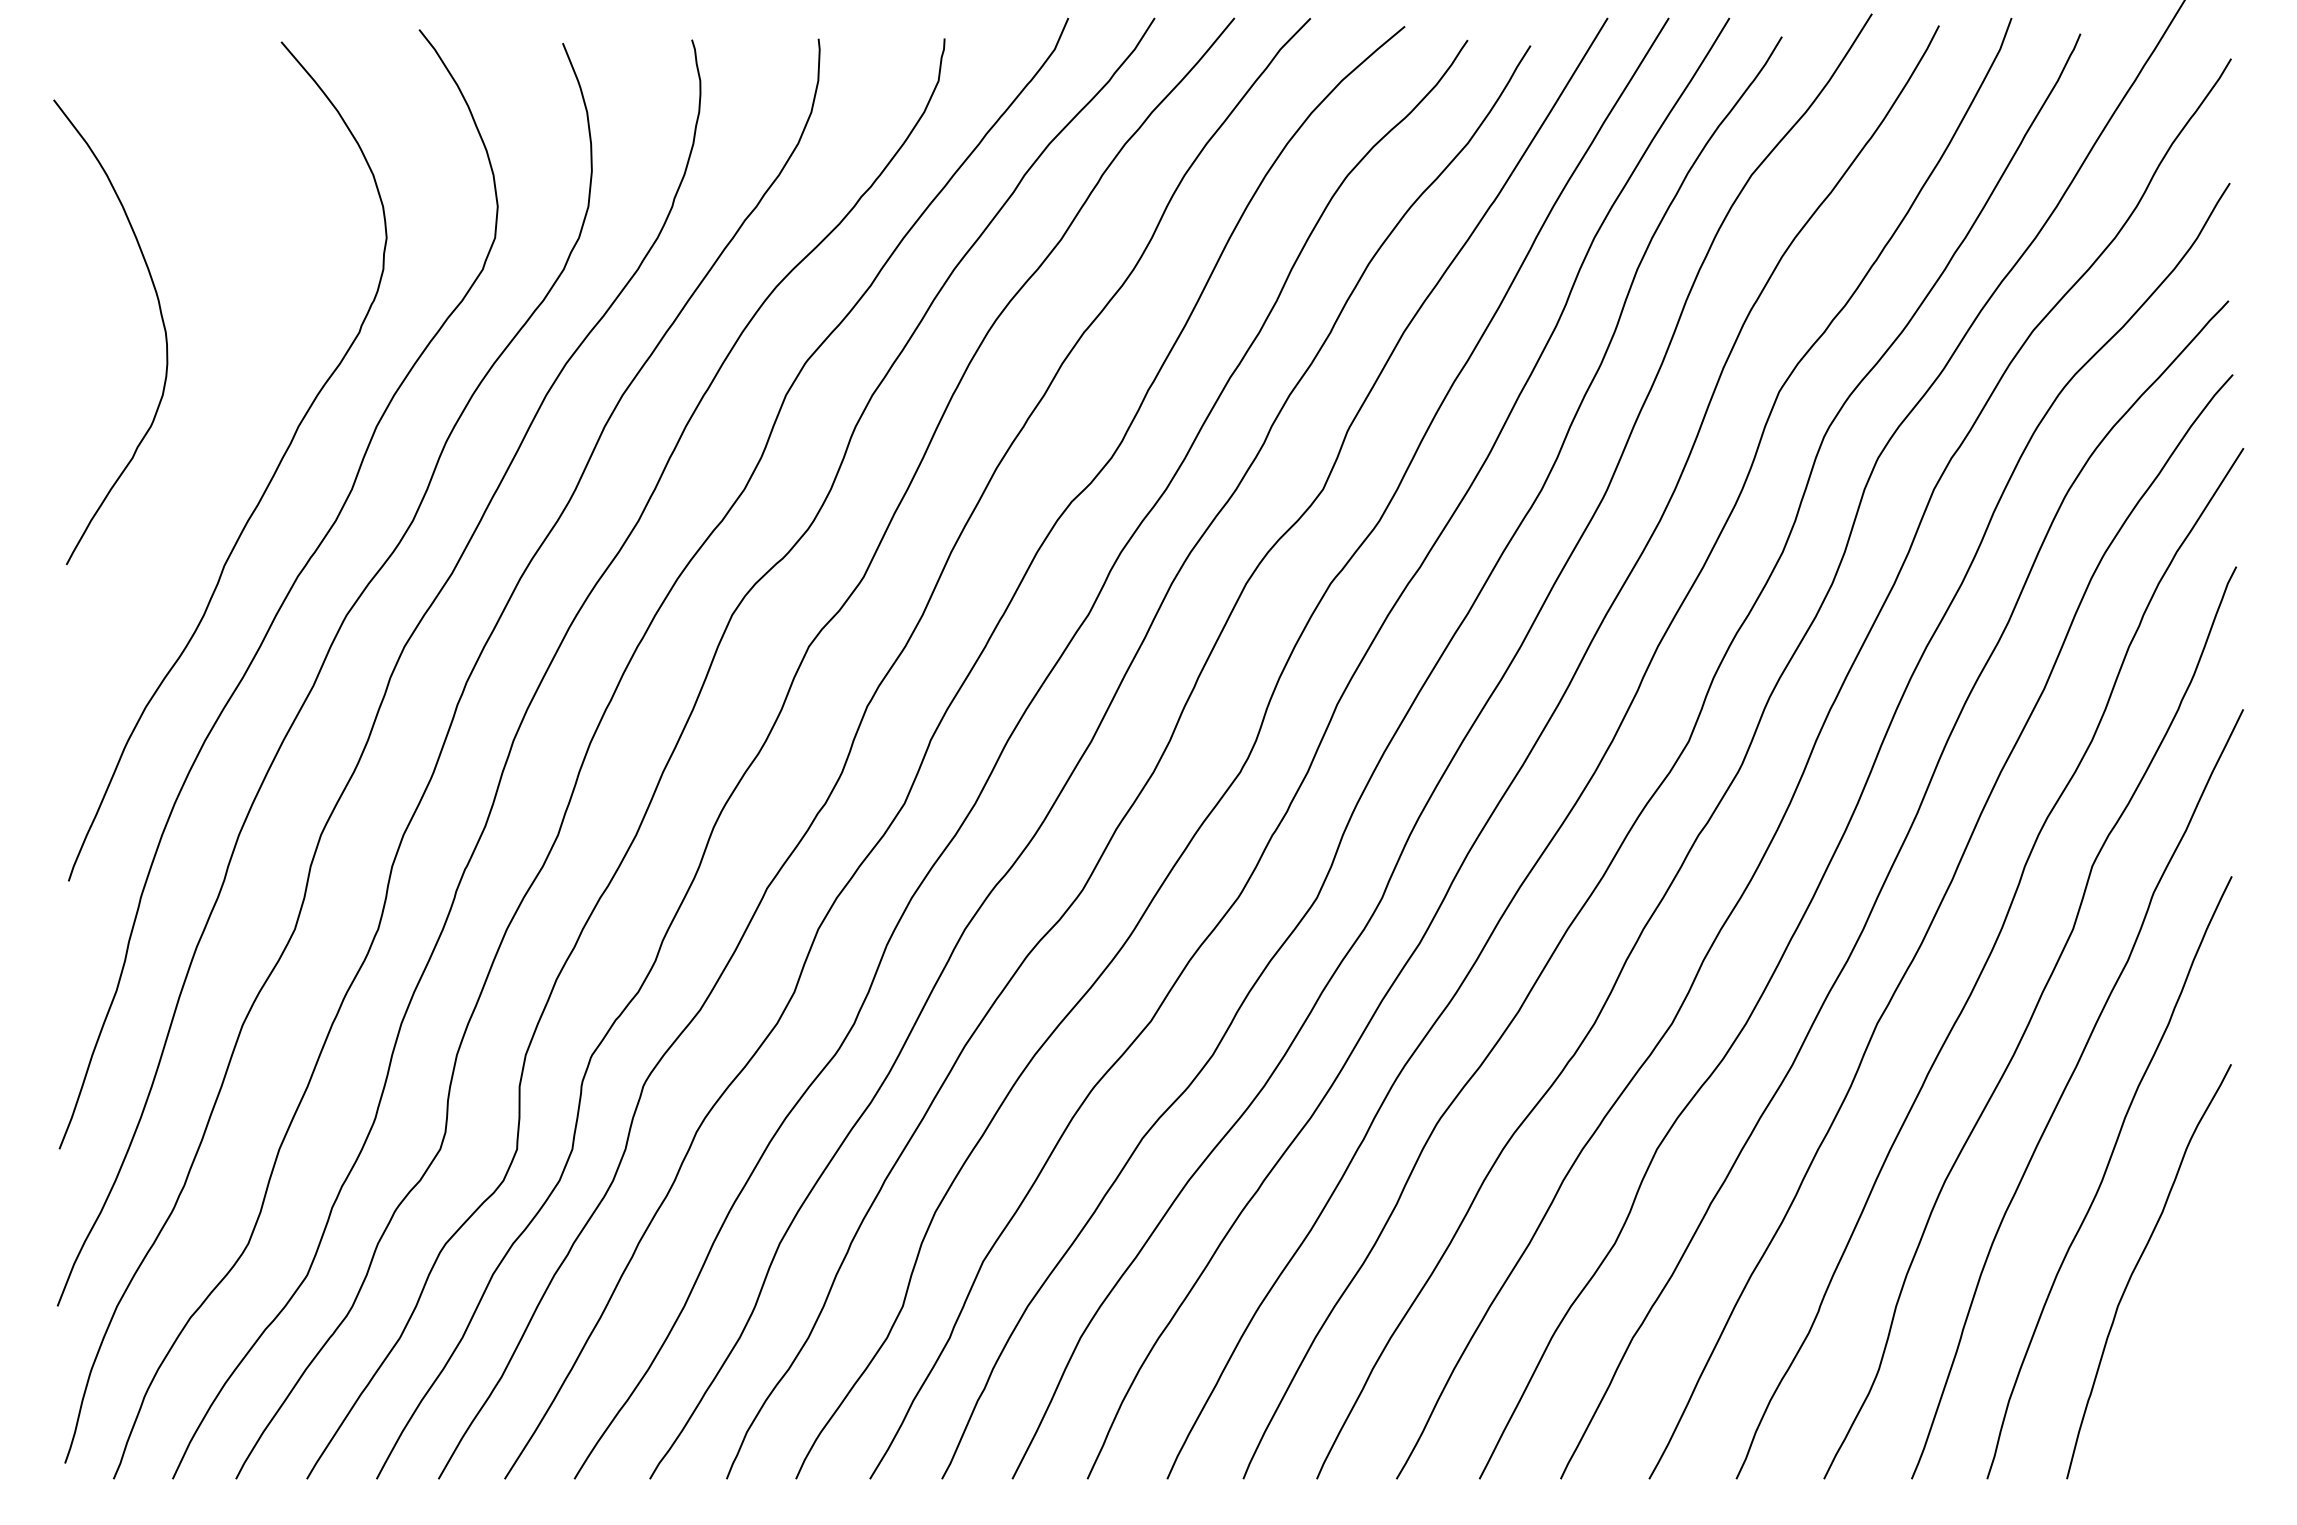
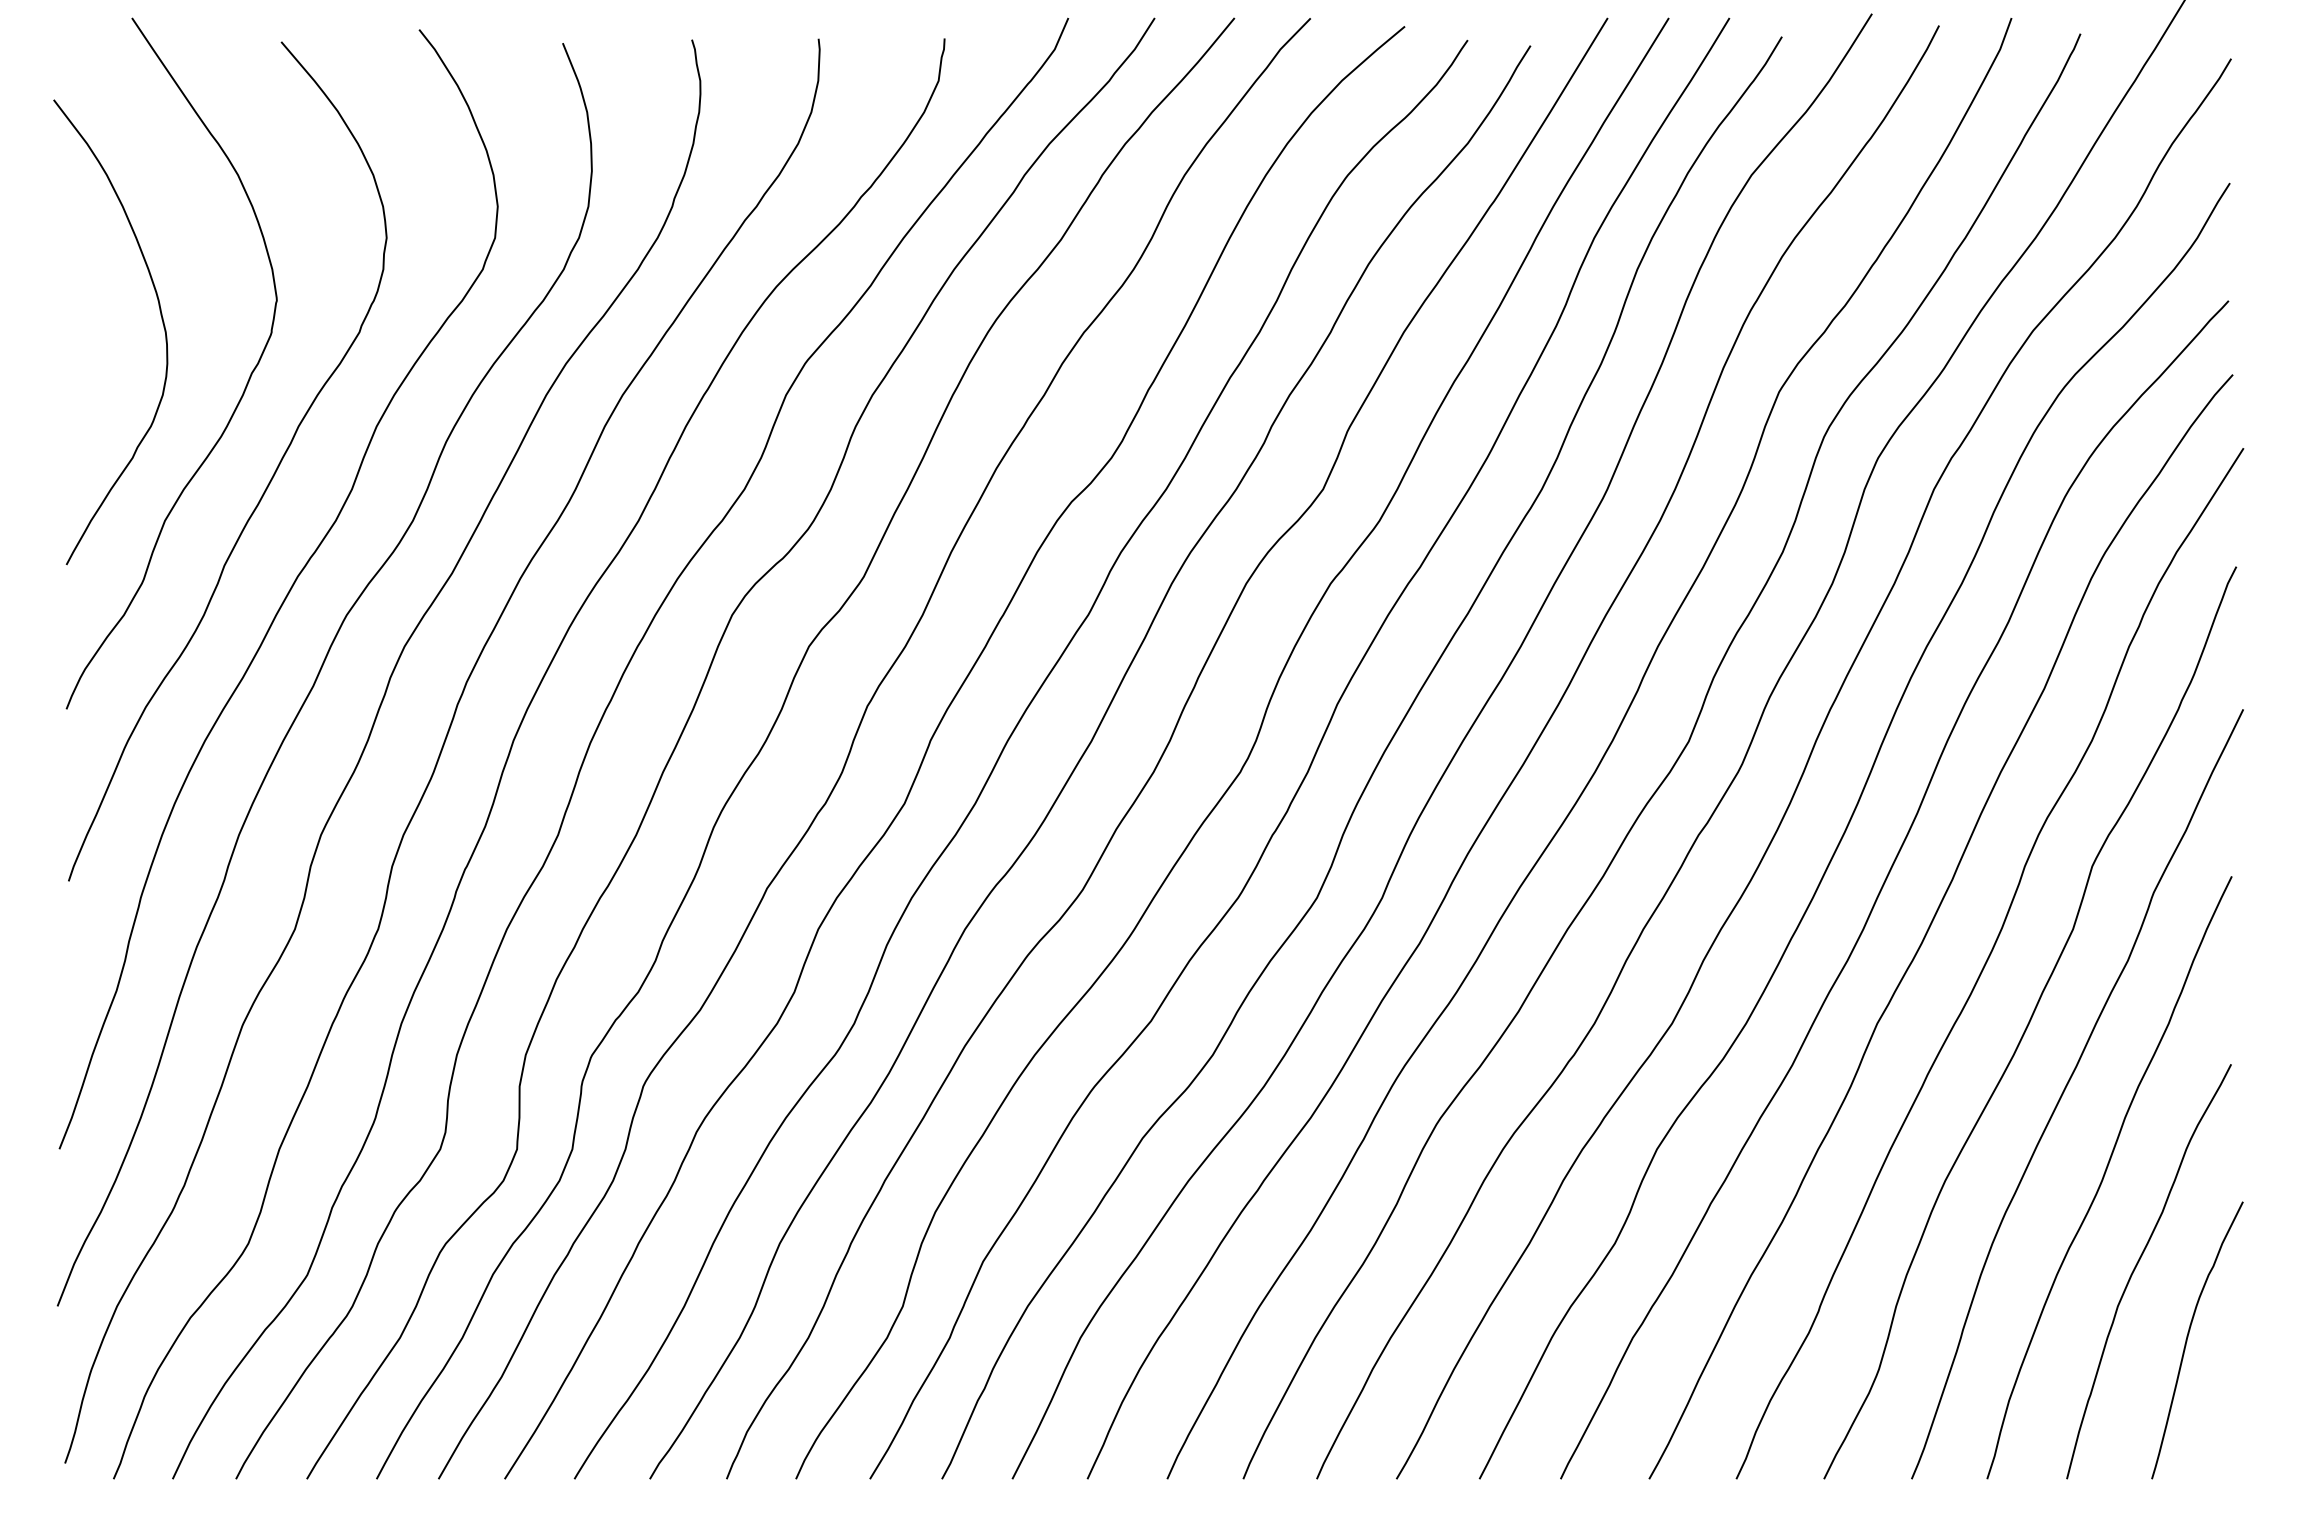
curve at (243, 390): none -> present
curve at (2188, 1337): none -> present
